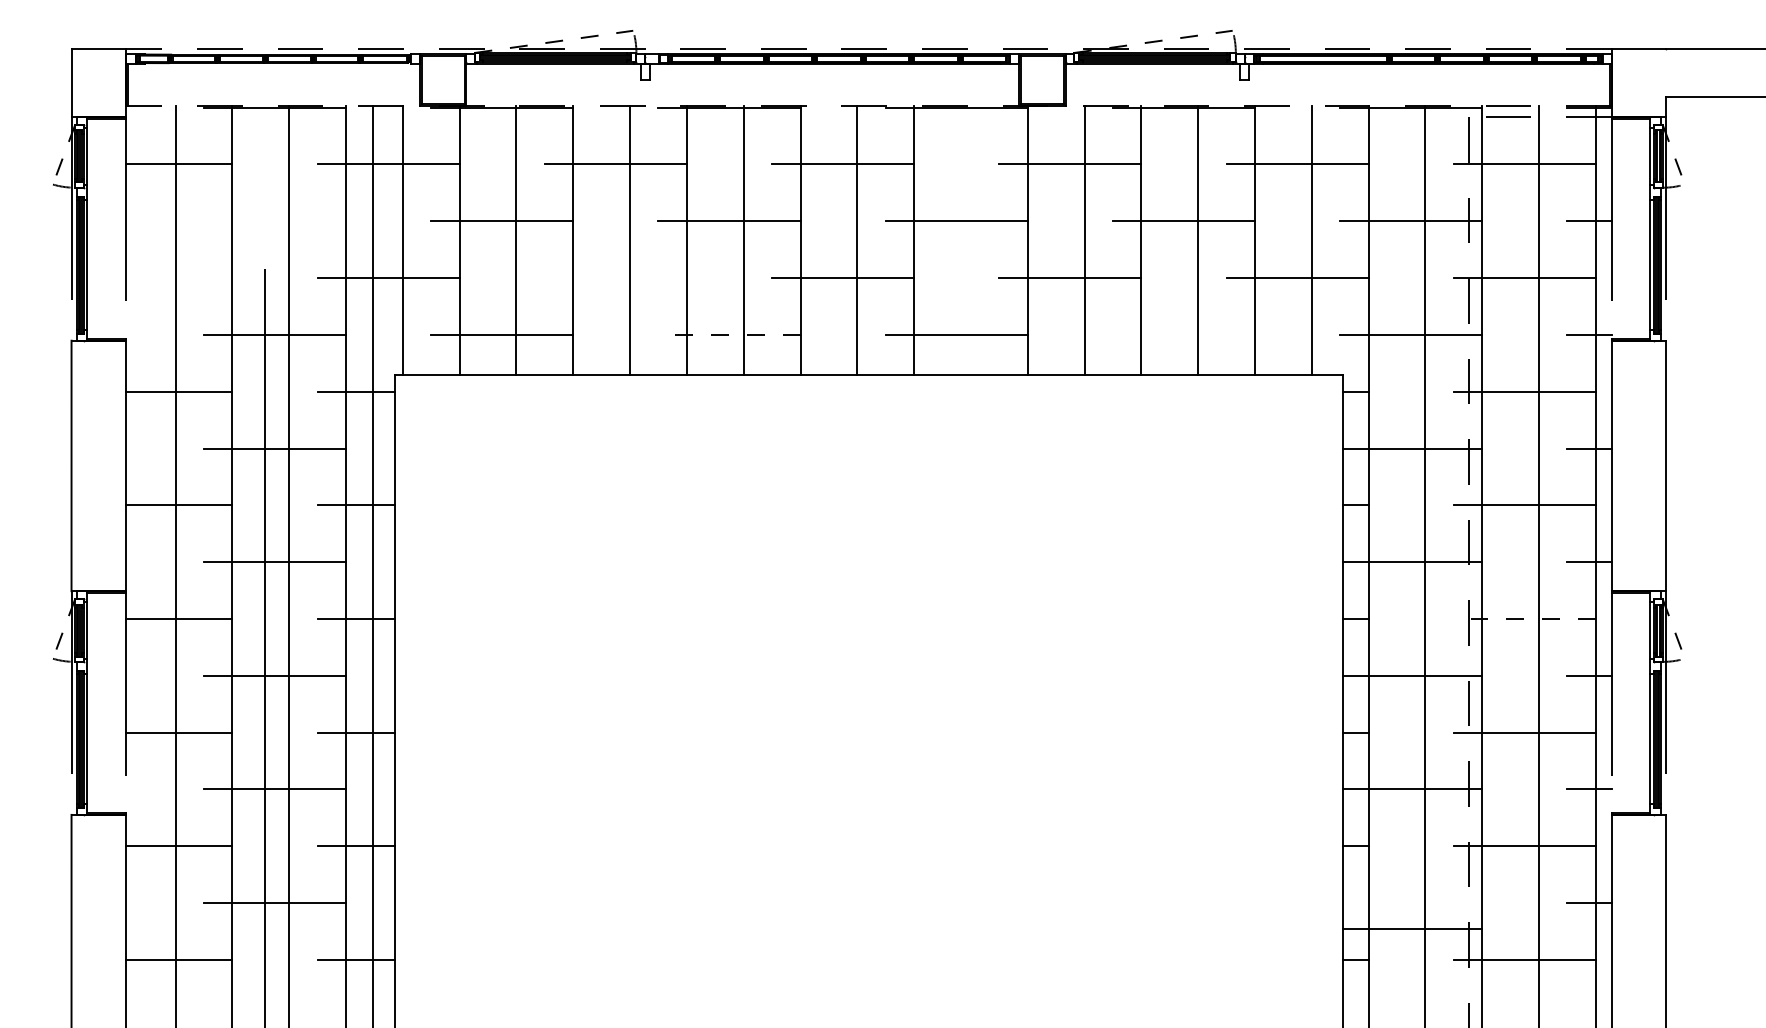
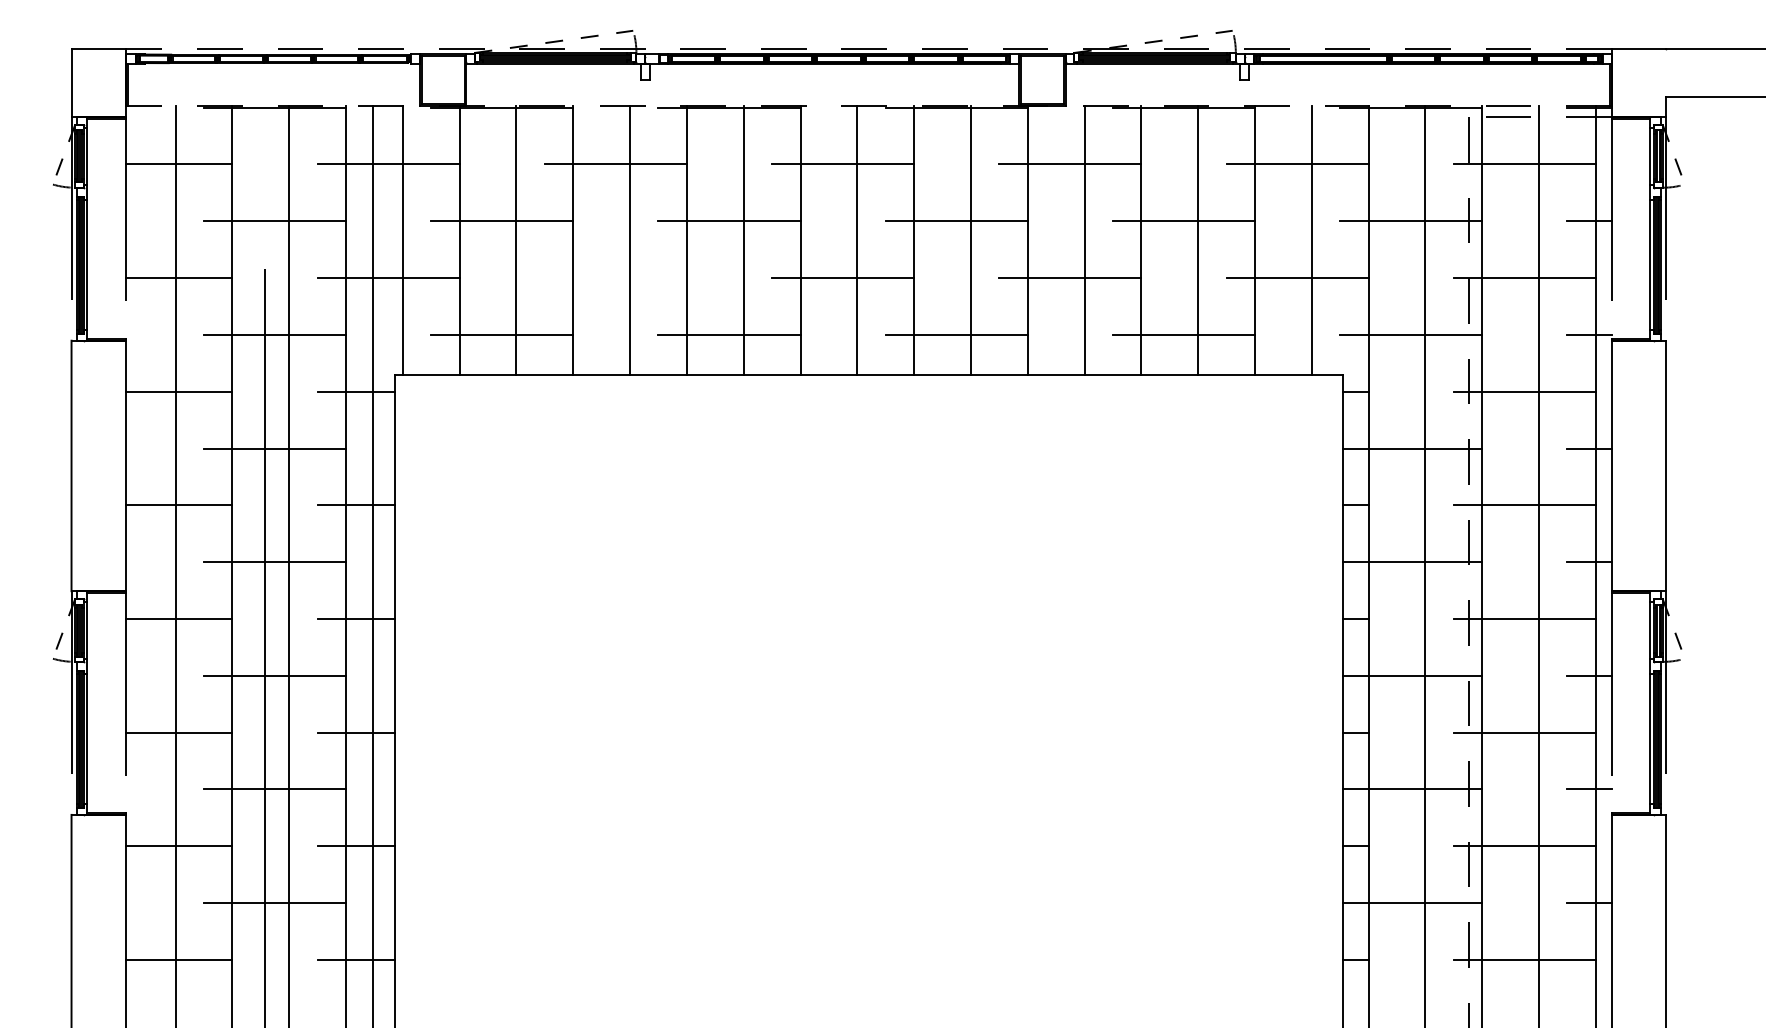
line at (274, 221): none -> present
line at (970, 240): none -> present
line at (179, 278): none -> present
line at (728, 334): dashed -> solid
line at (1183, 334): none -> present
line at (1524, 618): dashed -> solid
line at (1412, 929) position: (1412, 929) -> (1412, 903)
